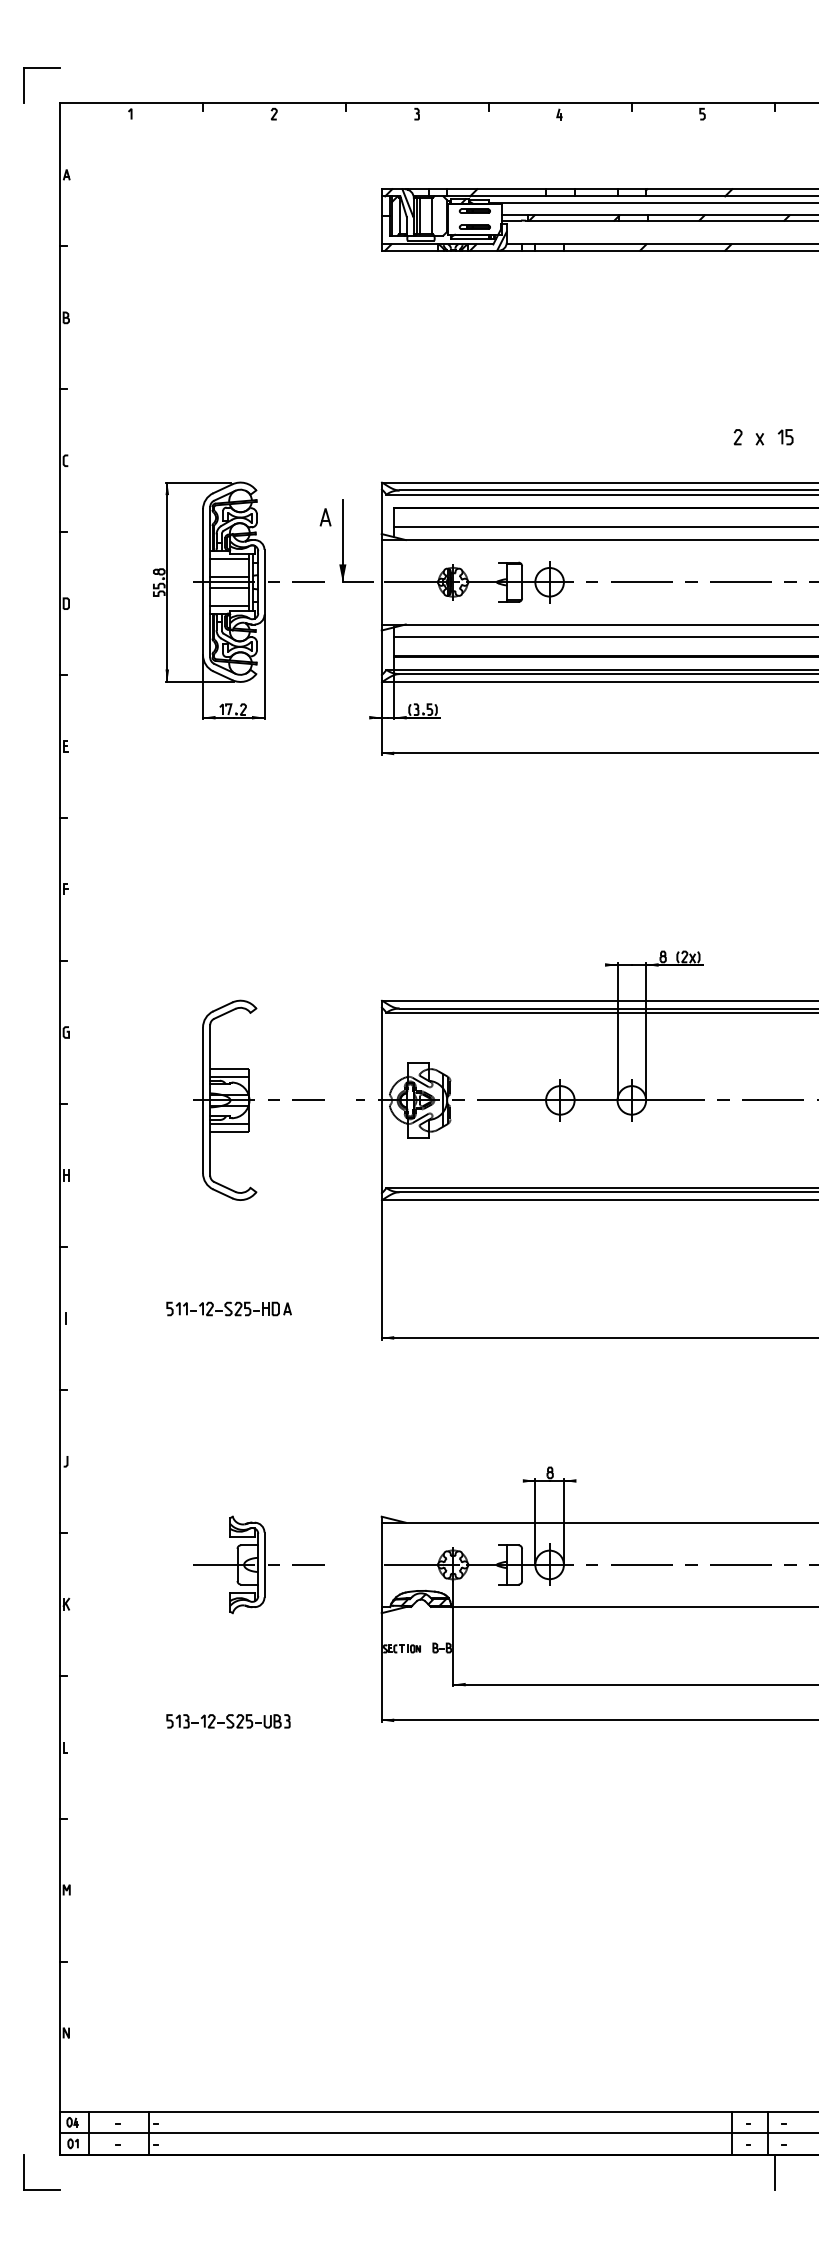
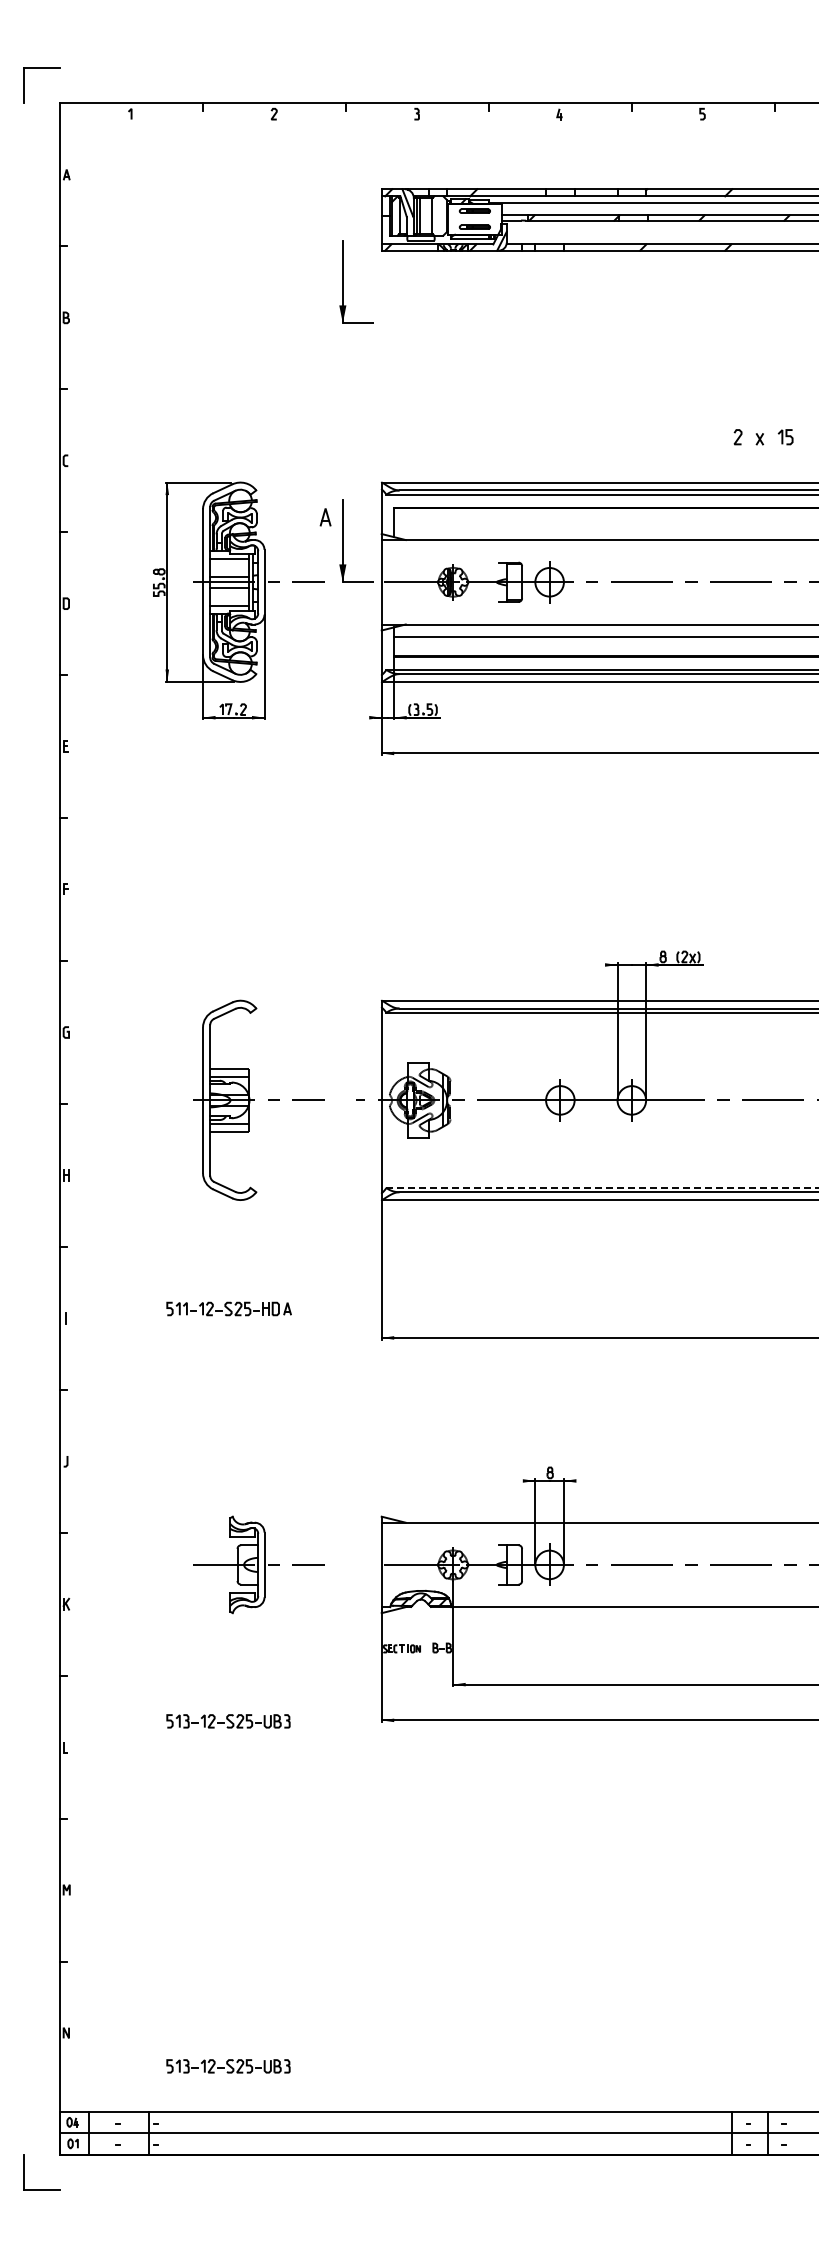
part at (343, 281): none -> present
line at (604, 527): present -> none
line at (602, 1187): solid -> dashed
part at (228, 2066): none -> present
line at (774, 2172): present -> none
